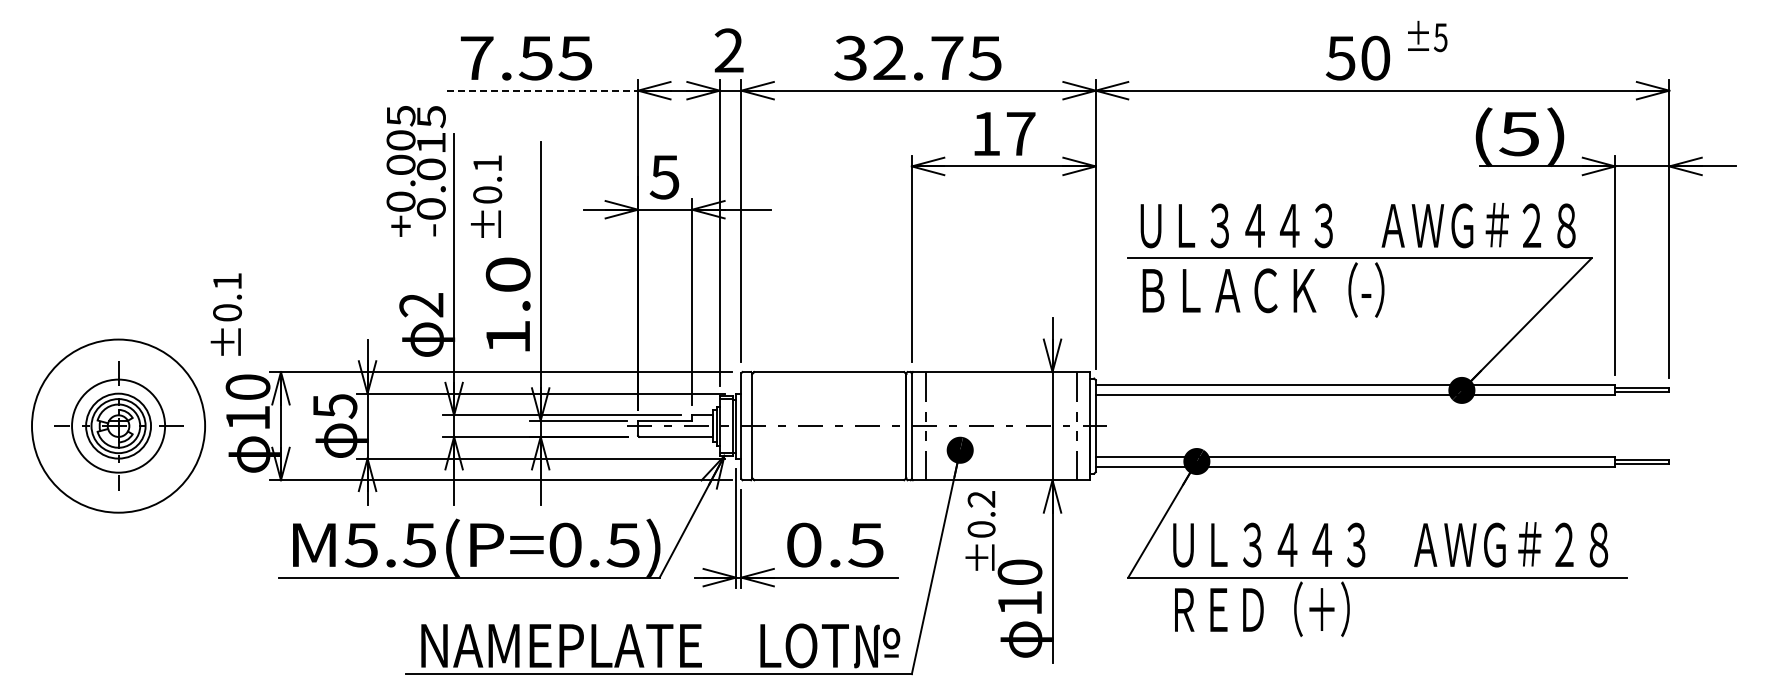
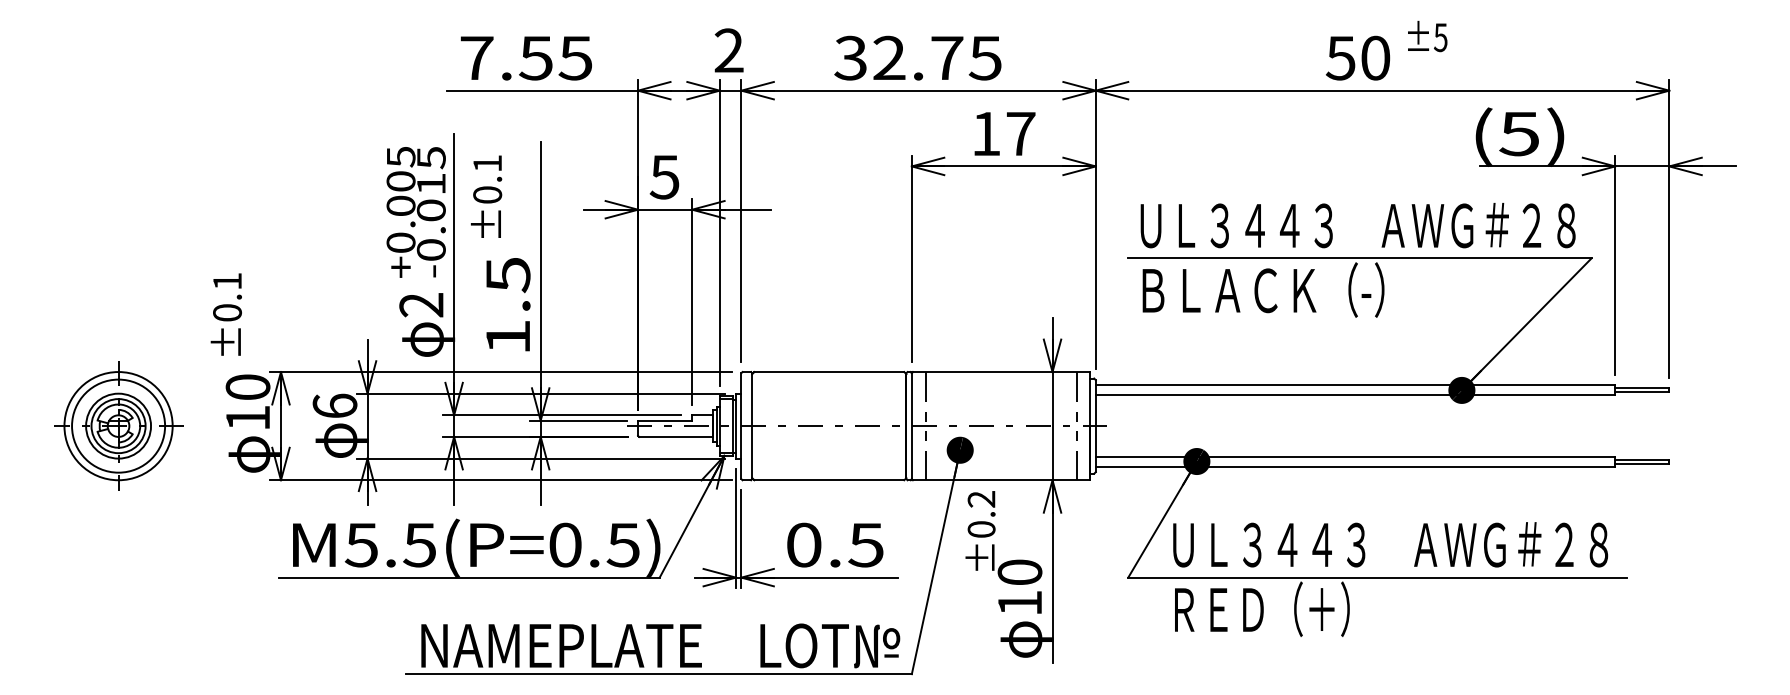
line at (542, 90): dashed -> solid
text at (415, 171) position: (415, 171) -> (415, 212)
text at (507, 275): 1.0 -> 1.5
text at (334, 406): 5 -> 6
circle at (118, 425) diameter: 173 px -> 108 px
